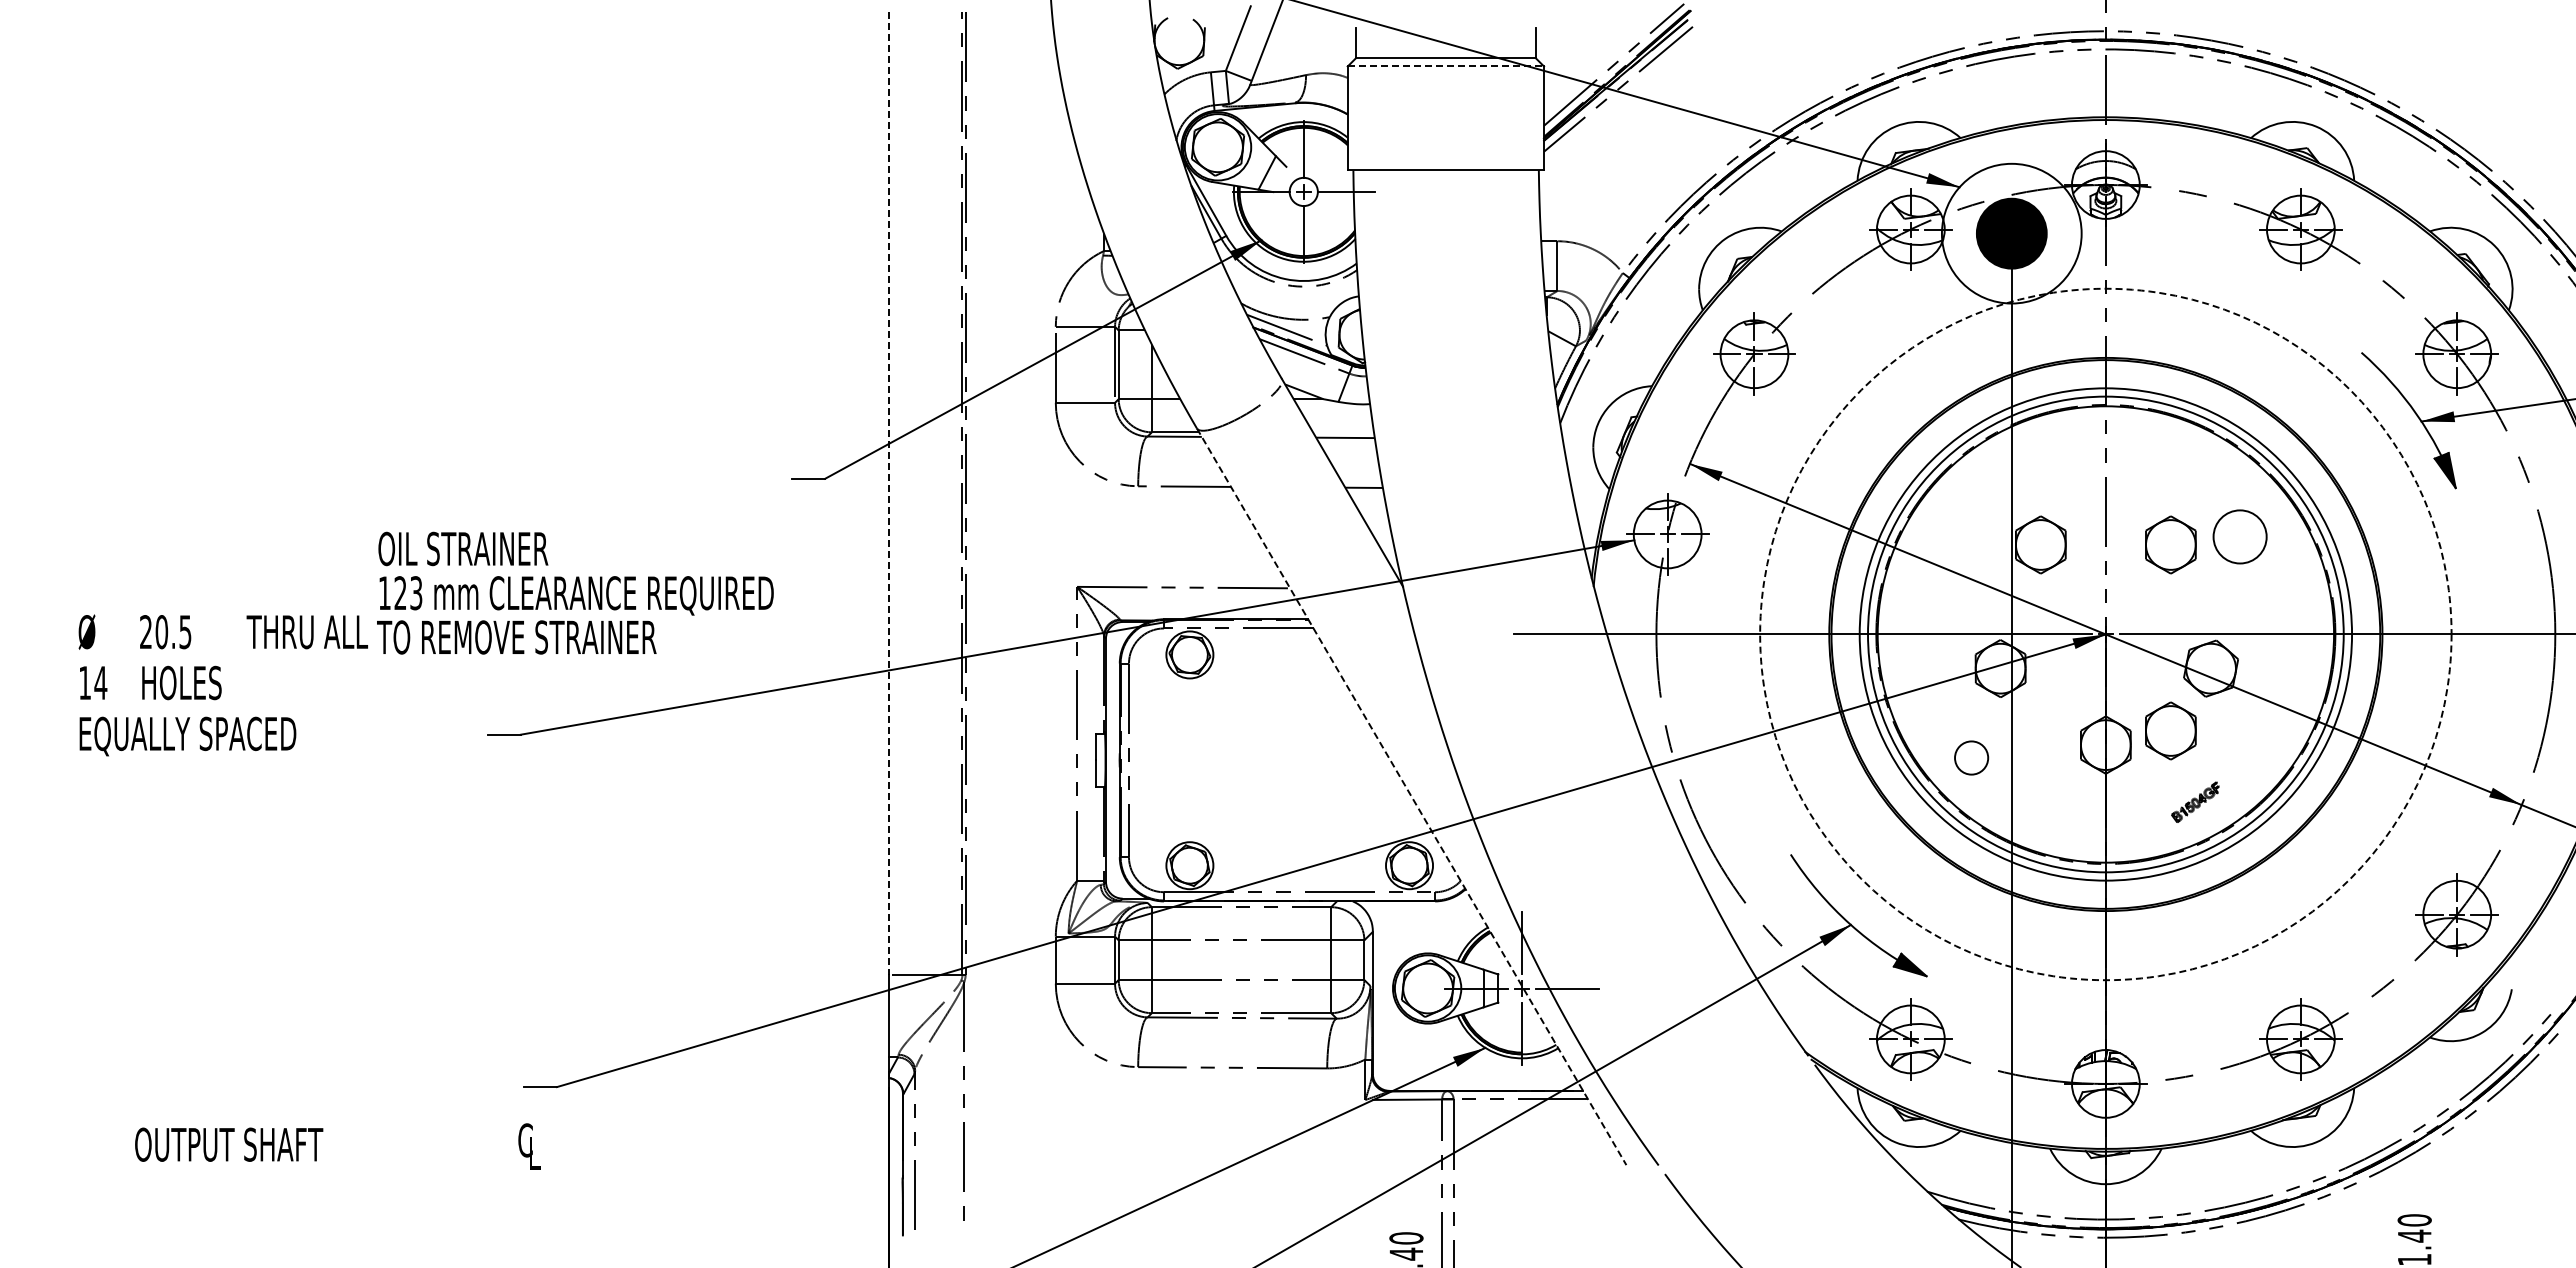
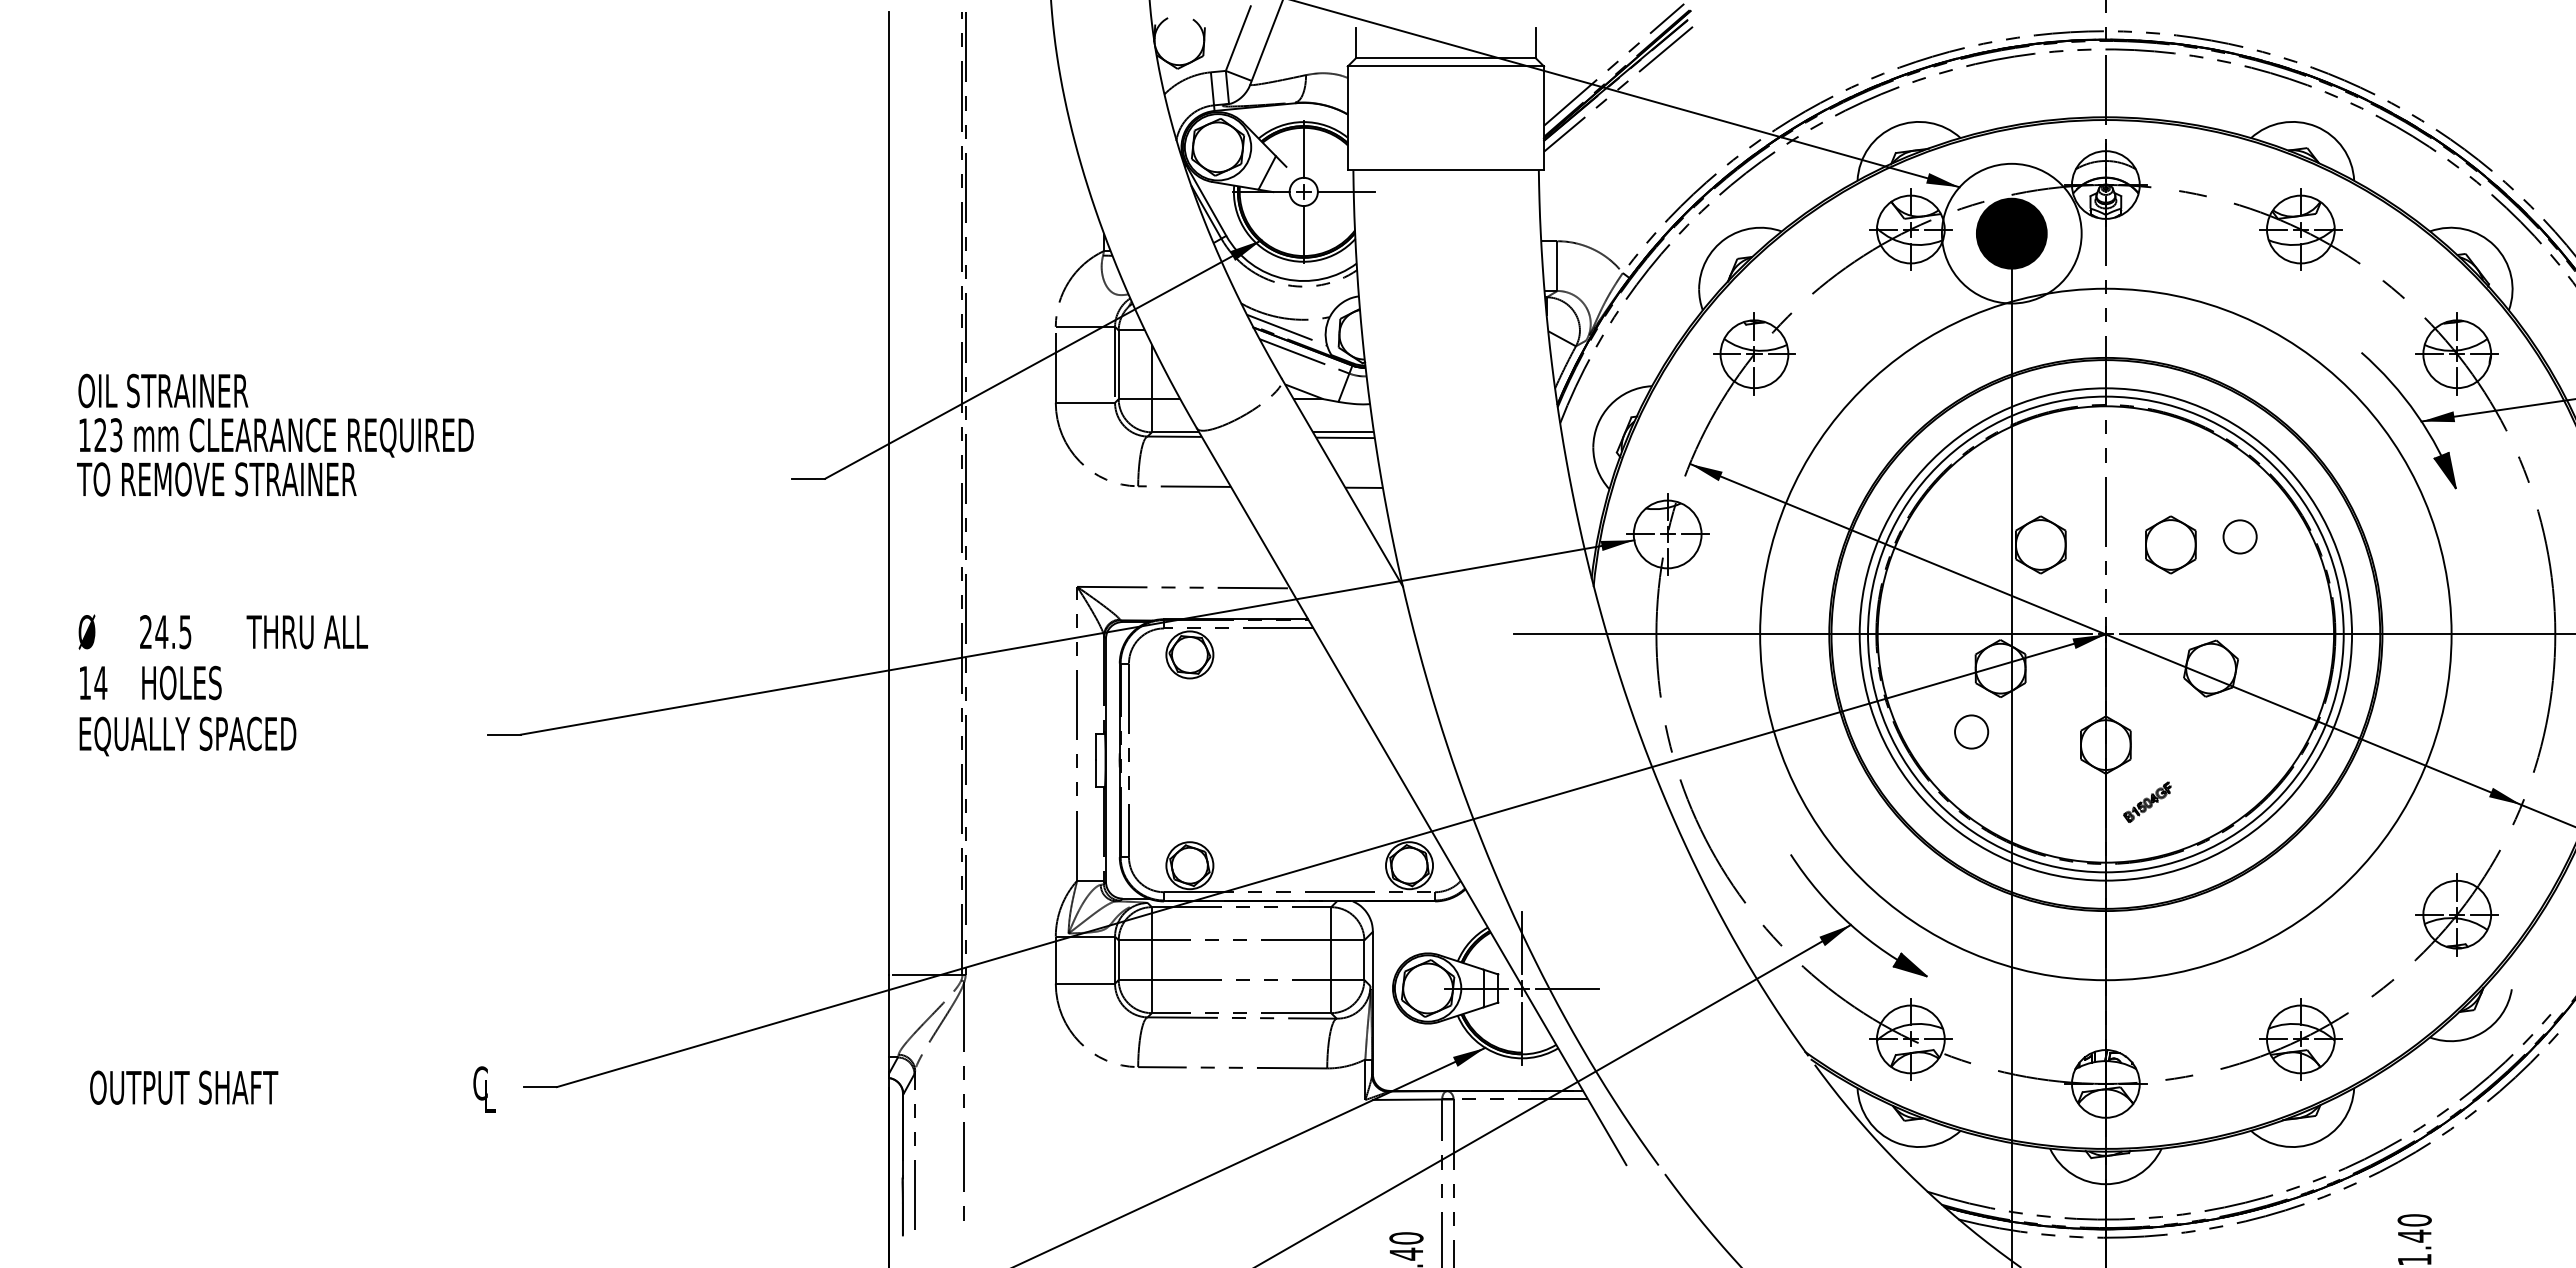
line at (1446, 66): dashed -> solid
line at (1343, 432): none -> present
line at (888, 493): dashed -> solid
circle at (2239, 536) diameter: 53 px -> 33 px
text at (575, 592) position: (575, 592) -> (275, 434)
text at (161, 632): 20.5 -> 24.5
circle at (2105, 634): dashed -> solid
part at (2170, 730): present -> none
circle at (1971, 757) position: (1971, 757) -> (1971, 731)
line at (1411, 797): dashed -> solid
part at (2195, 801) position: (2195, 801) -> (2147, 801)
text at (337, 1146) position: (337, 1146) -> (292, 1089)
